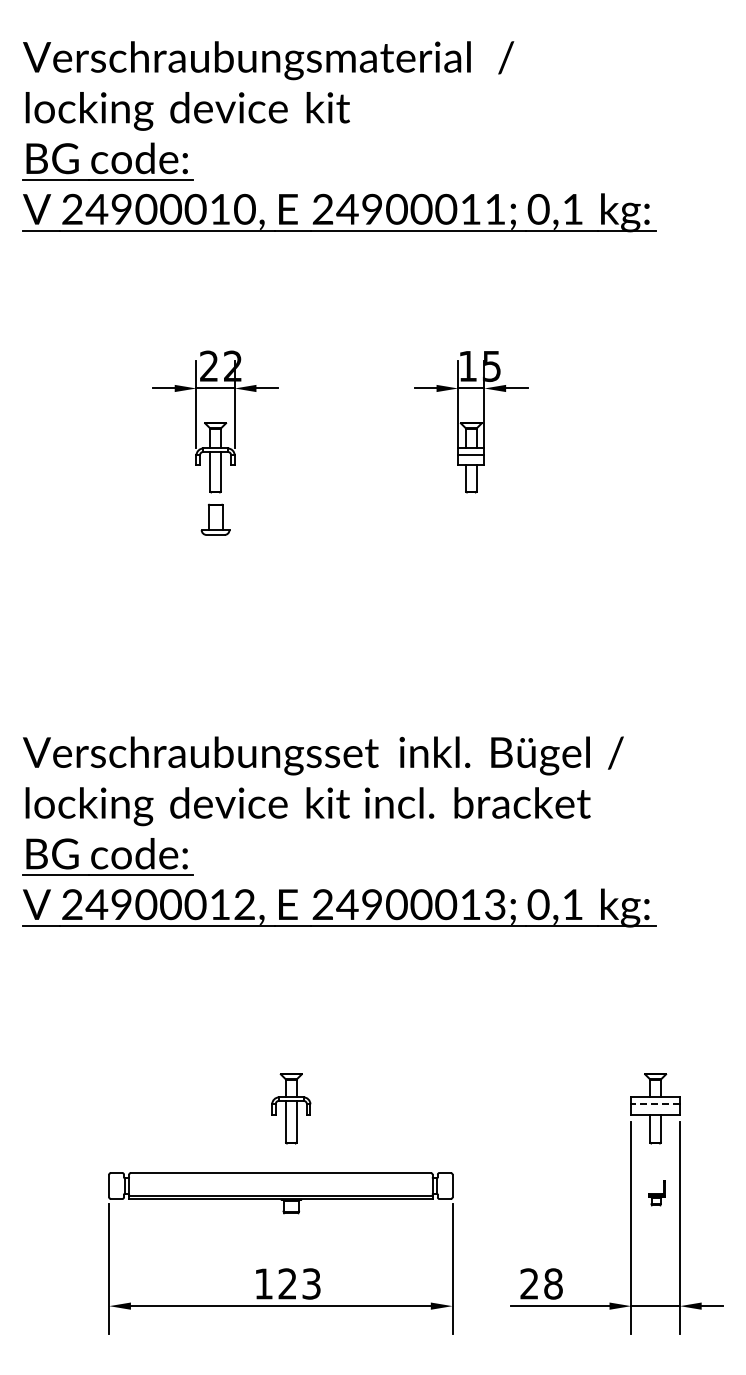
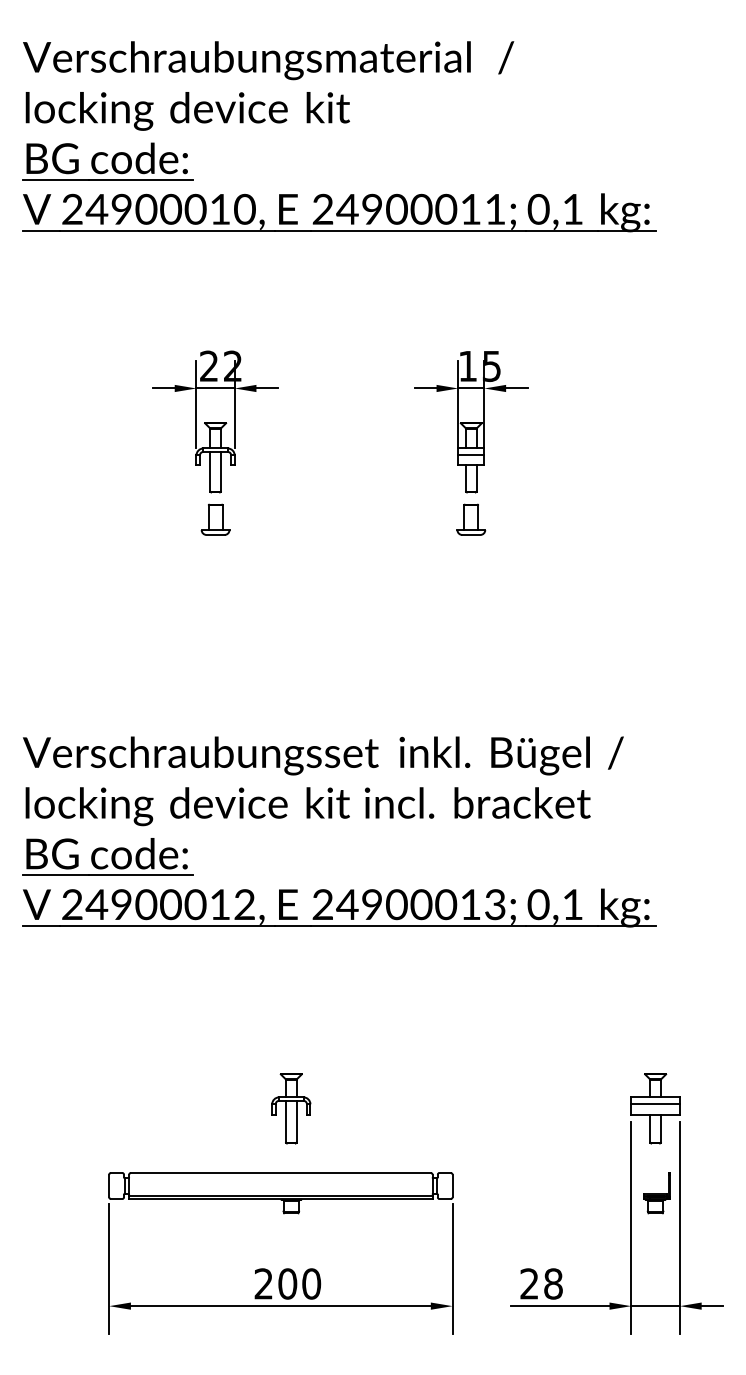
part at (471, 519): none -> present
line at (655, 1104): dashed -> solid
part at (656, 1193) size: 18x27 px -> 28x43 px
text at (287, 1283): 123 -> 200
